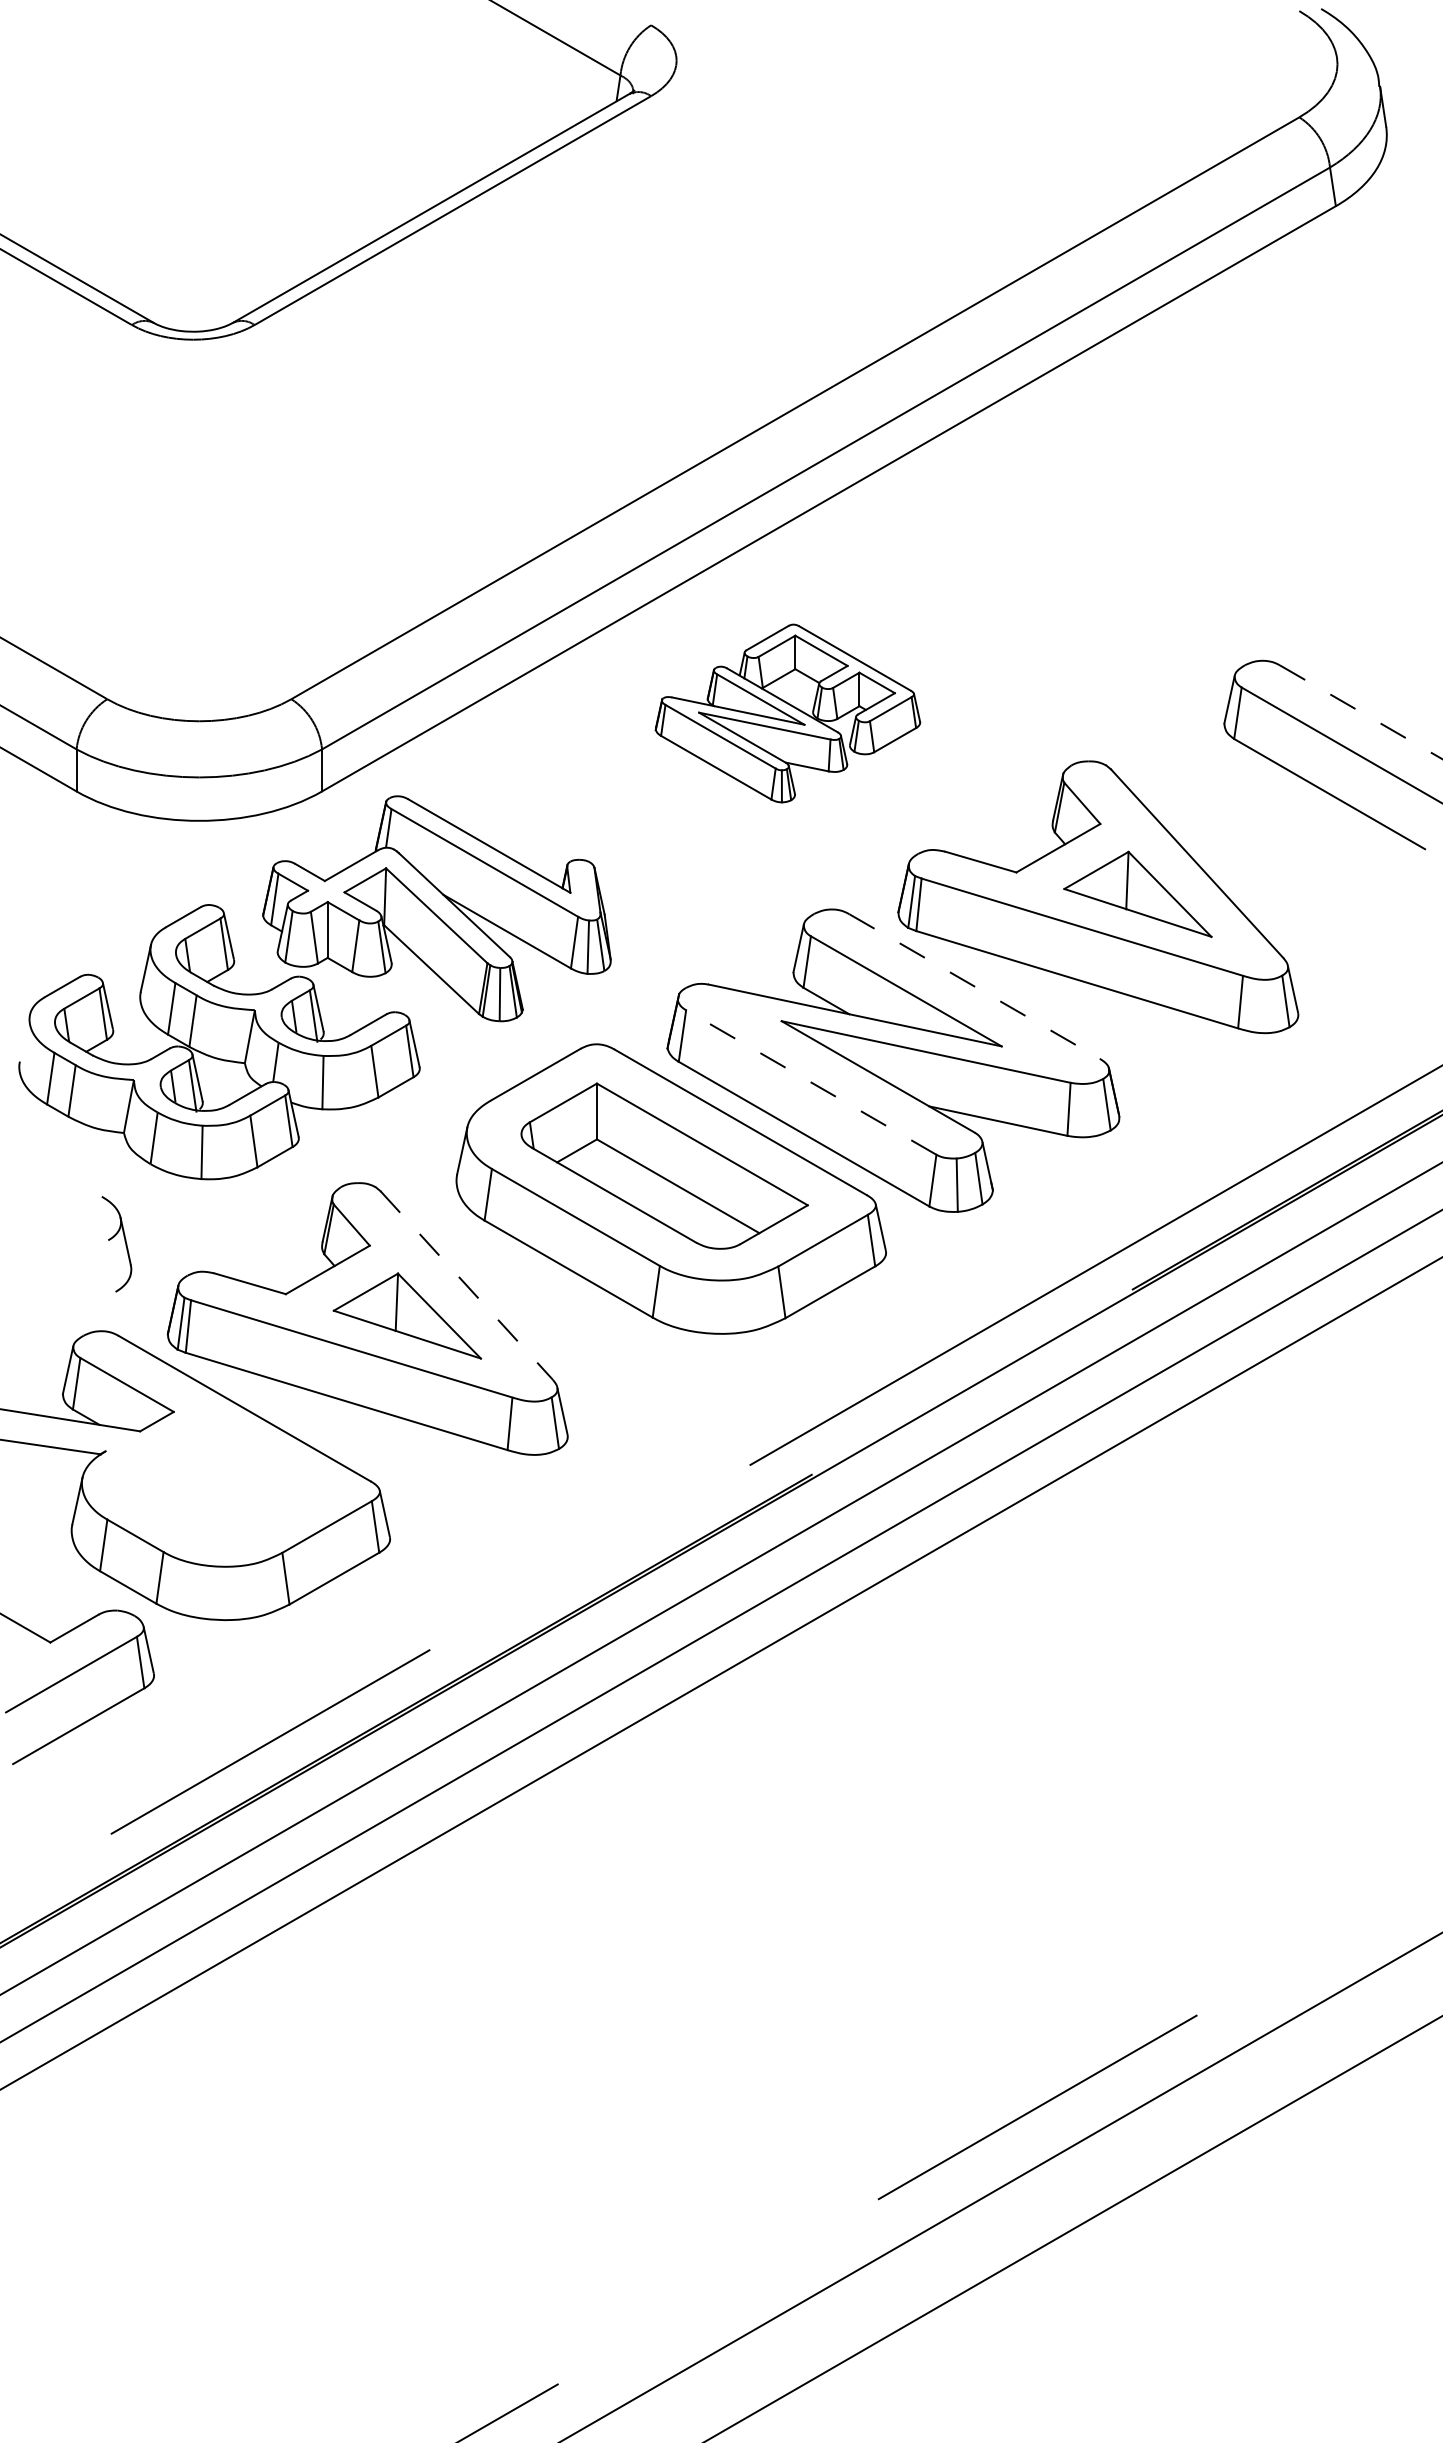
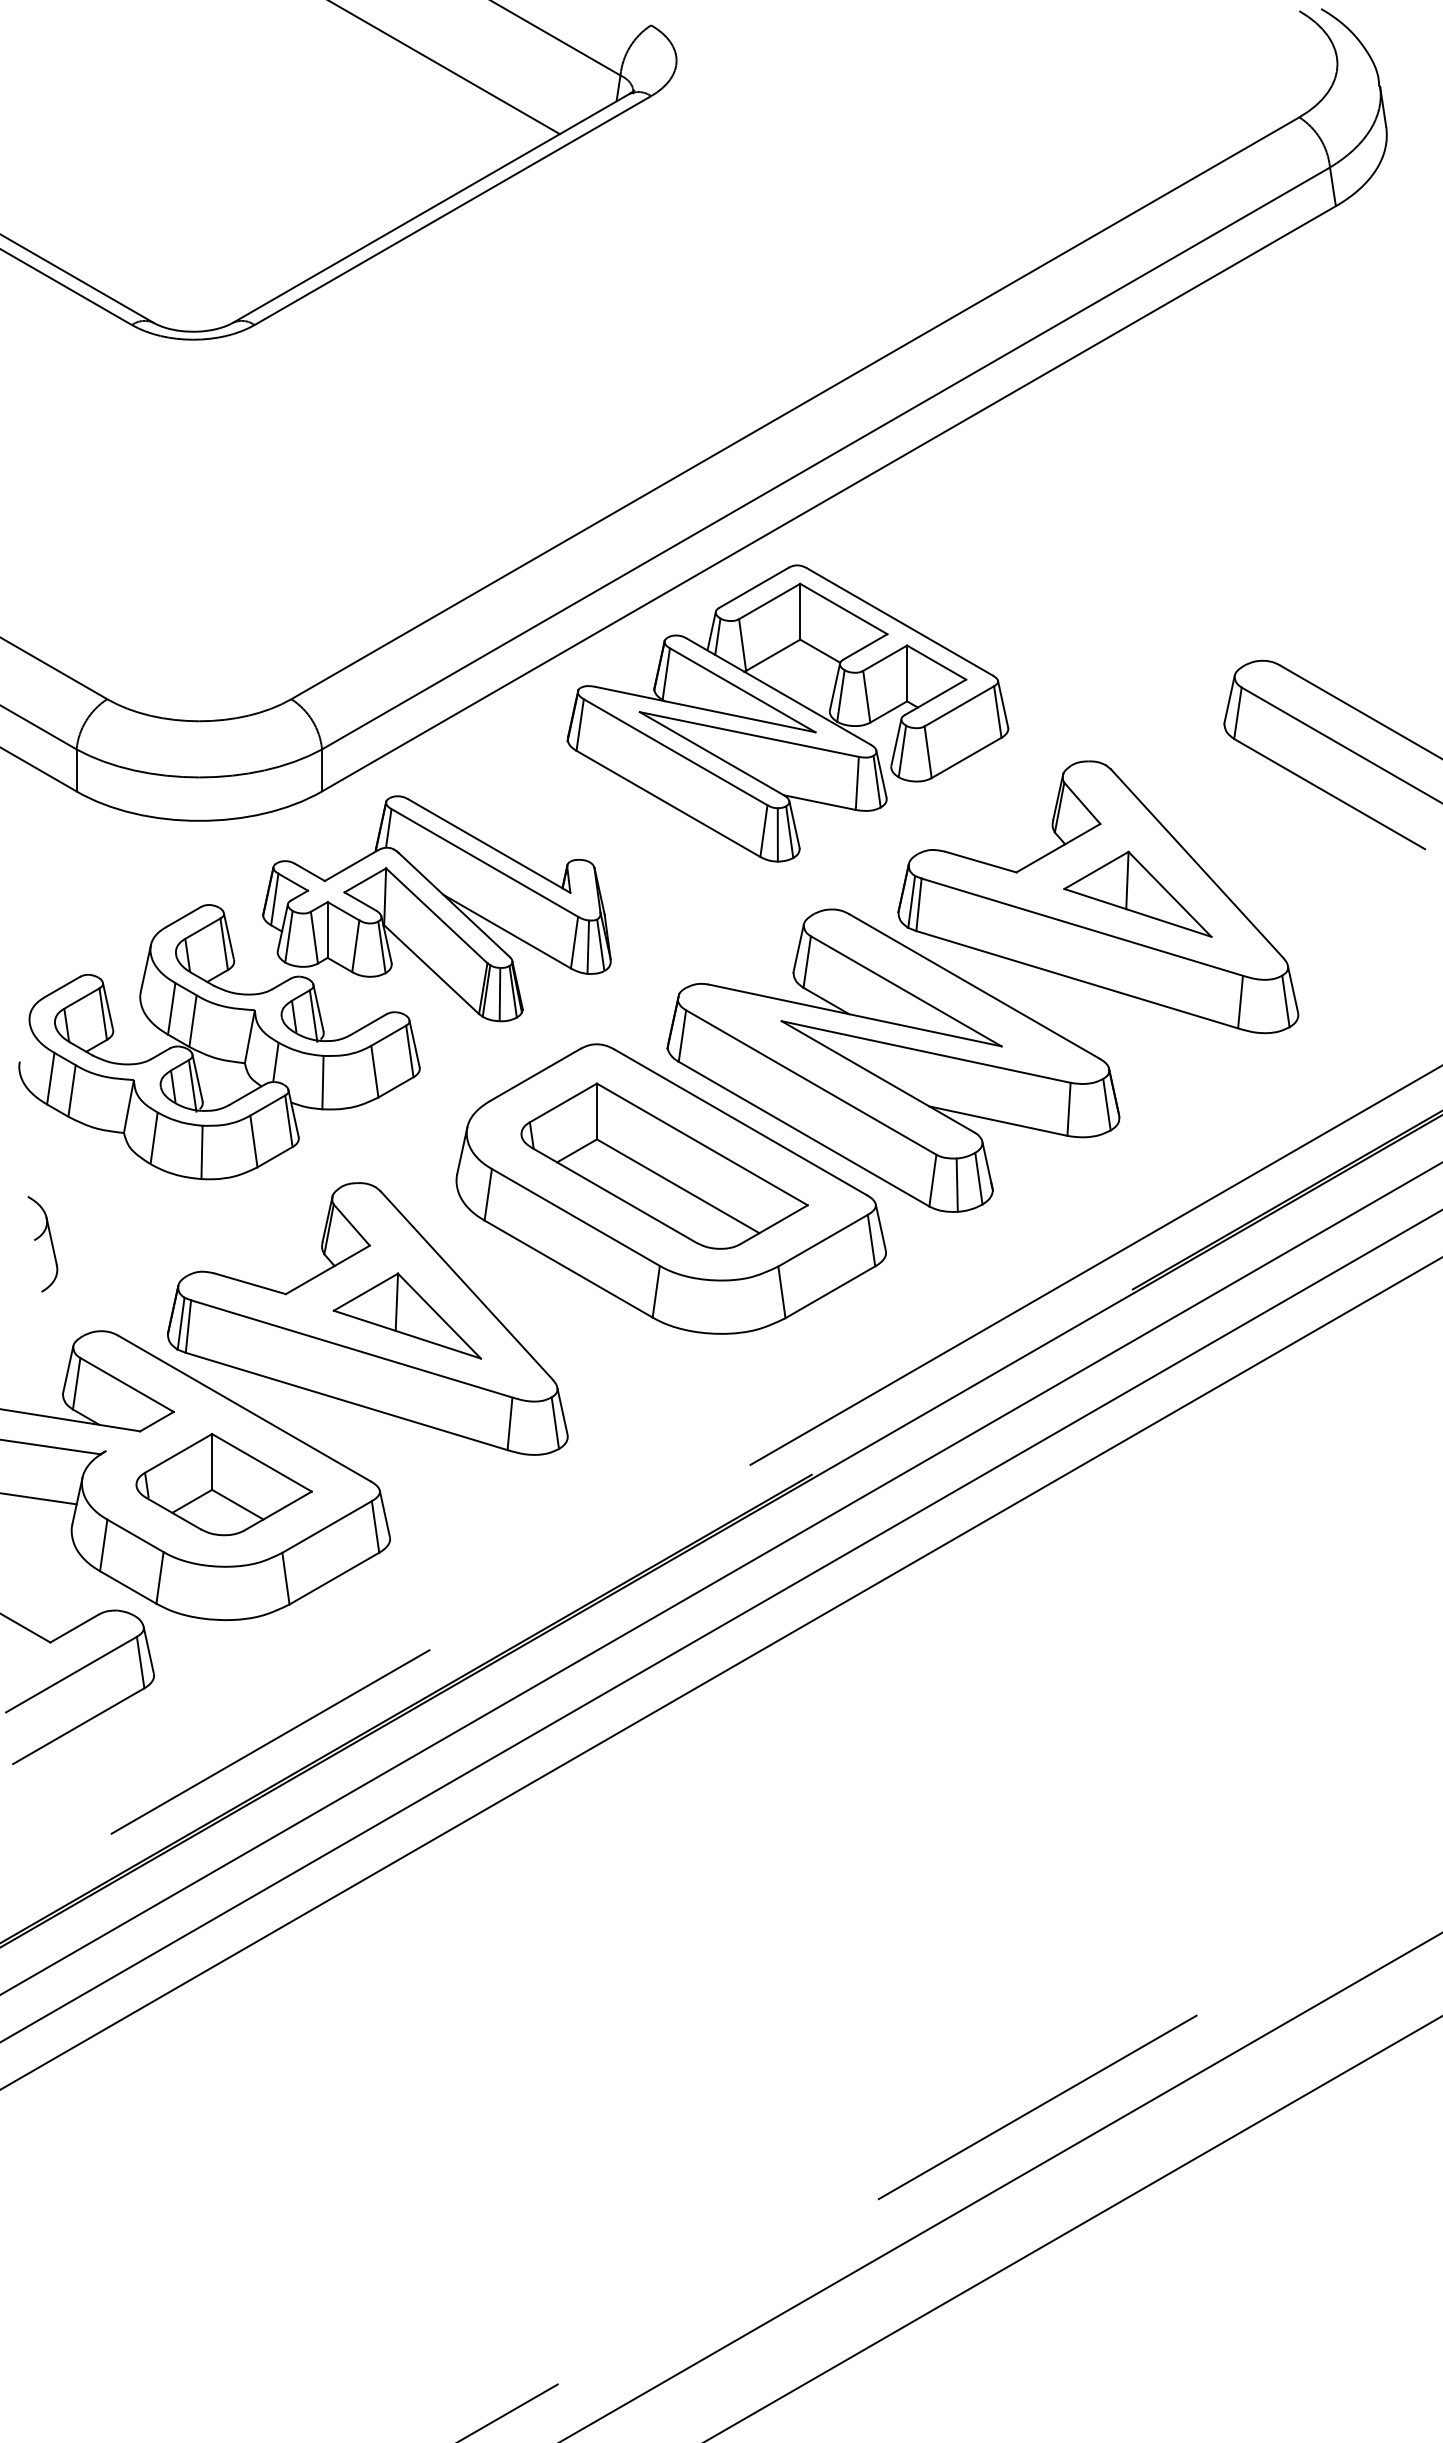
line at (445, 68): none -> present
line at (1361, 712): dashed -> solid
part at (787, 713) size: 268x181 px -> 444x299 px
line at (974, 986): dashed -> solid
line at (810, 1082): dashed -> solid
part at (113, 1238) position: (113, 1238) -> (39, 1238)
line at (466, 1285): dashed -> solid
part at (223, 1484): none -> present
line at (39, 1498): none -> present
